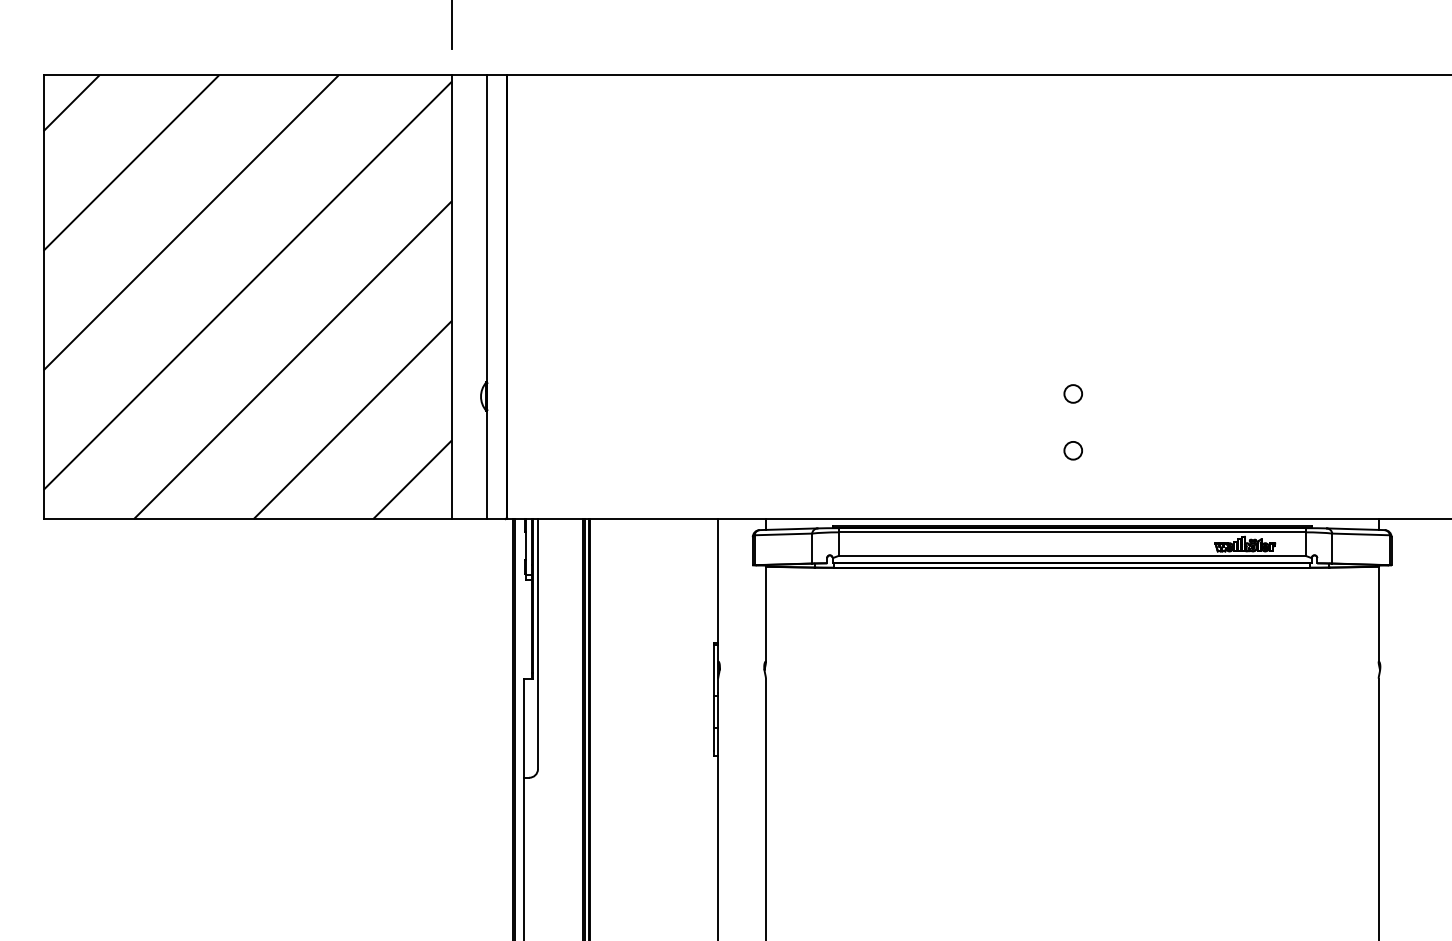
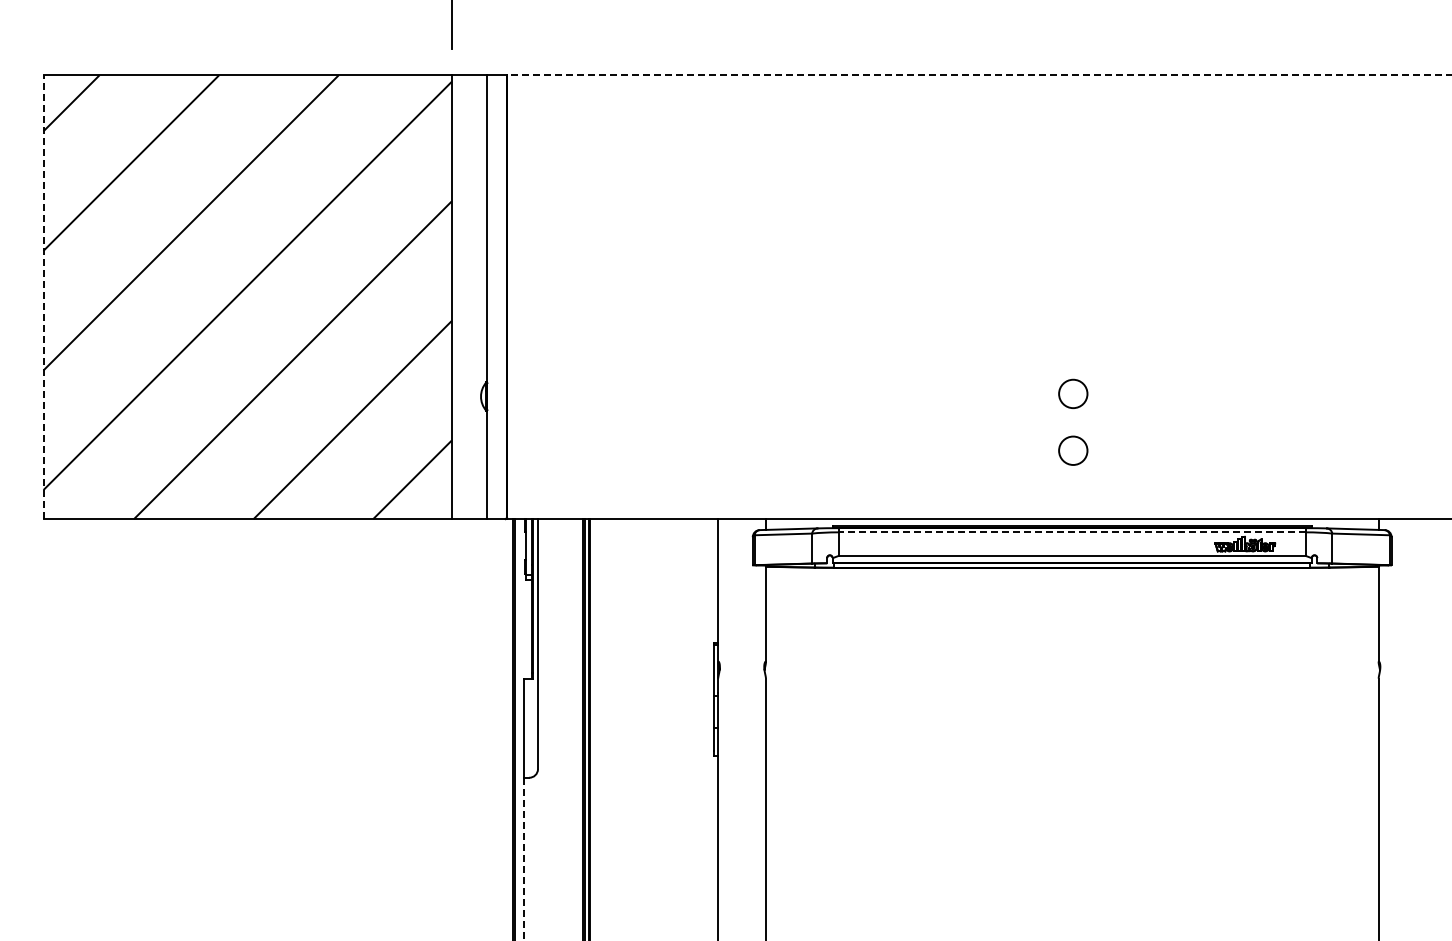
line at (978, 75): solid -> dashed
line at (43, 297): solid -> dashed
circle at (1073, 393) diameter: 18 px -> 28 px
circle at (1073, 450) diameter: 18 px -> 28 px
line at (1071, 532): solid -> dashed
line at (523, 859): solid -> dashed
